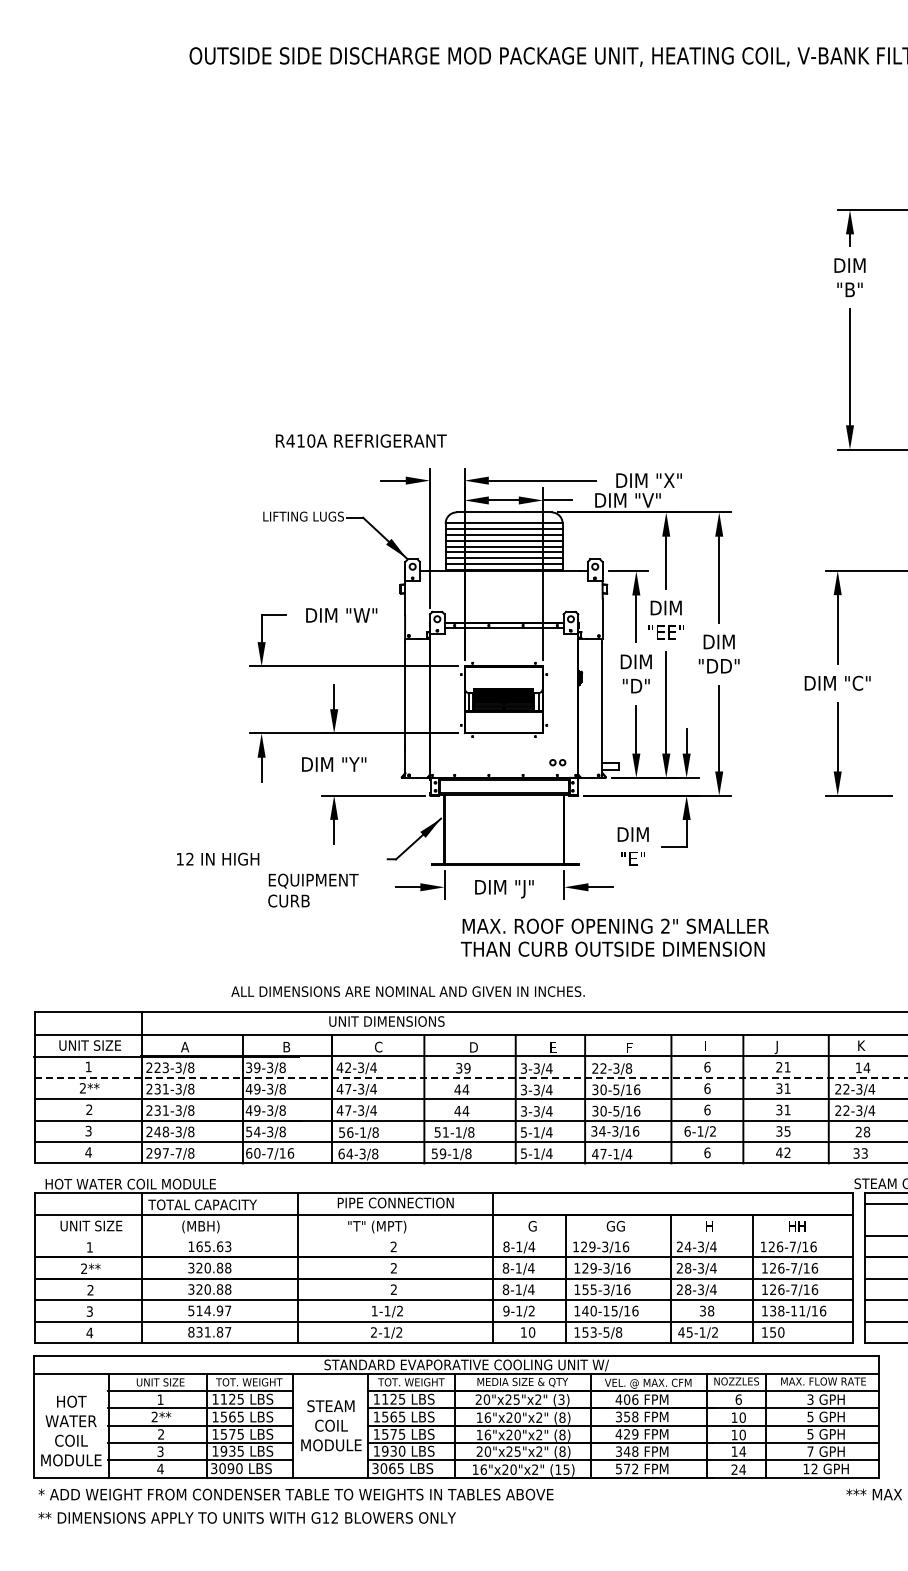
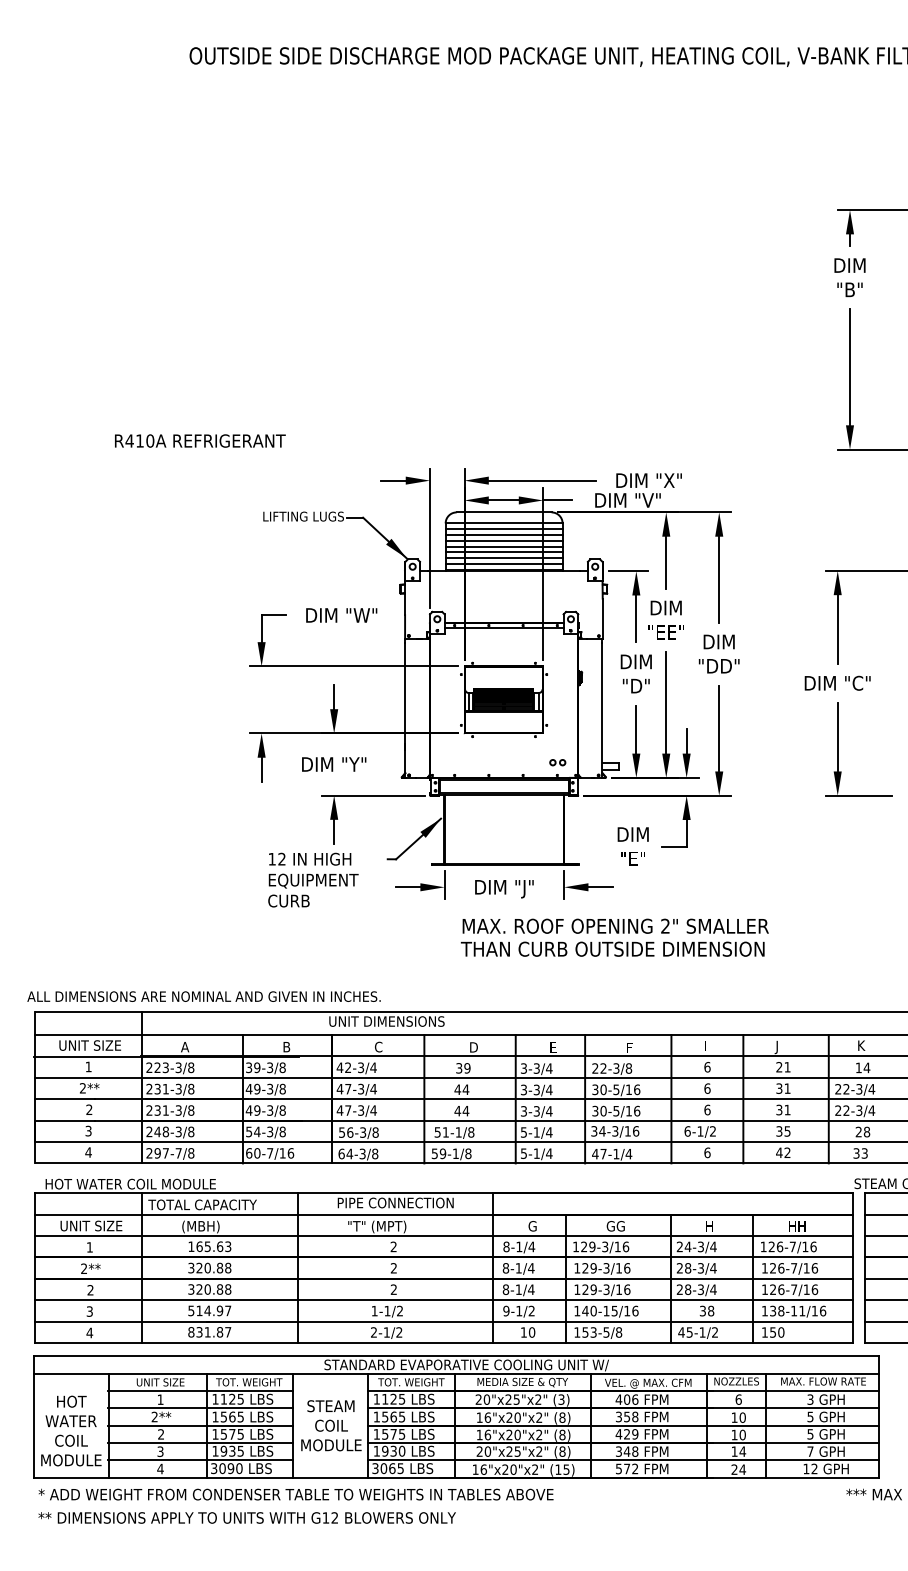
text at (361, 440) position: (361, 440) -> (200, 440)
text at (218, 858) position: (218, 858) -> (310, 858)
text at (407, 991) position: (407, 991) -> (203, 996)
line at (471, 1077): dashed -> solid
text at (363, 1132): 56-1/8 -> 56-3/8
line at (884, 1203) position: (884, 1203) -> (884, 1214)
line at (444, 1236): none -> present
text at (589, 1289): 155-3/16 -> 129-3/16
